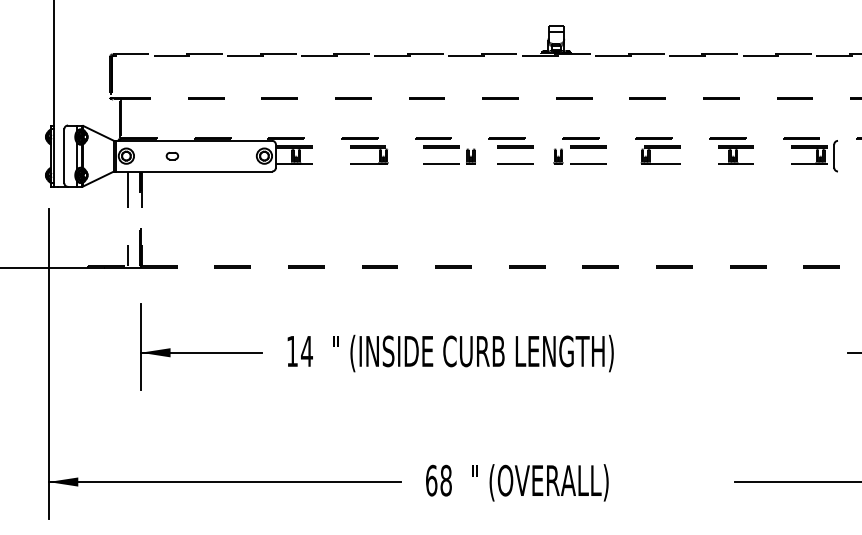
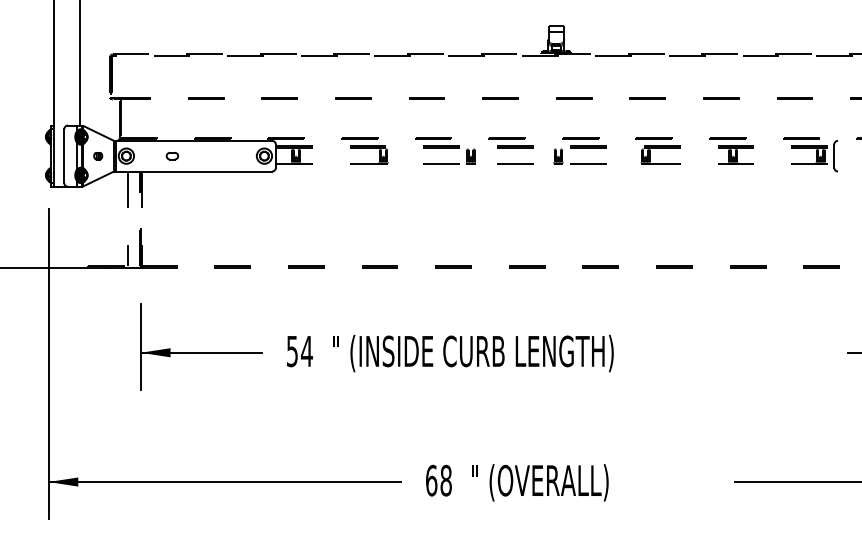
line at (79, 63): none -> present
part at (98, 156): none -> present
text at (292, 351): 14 -> 54
